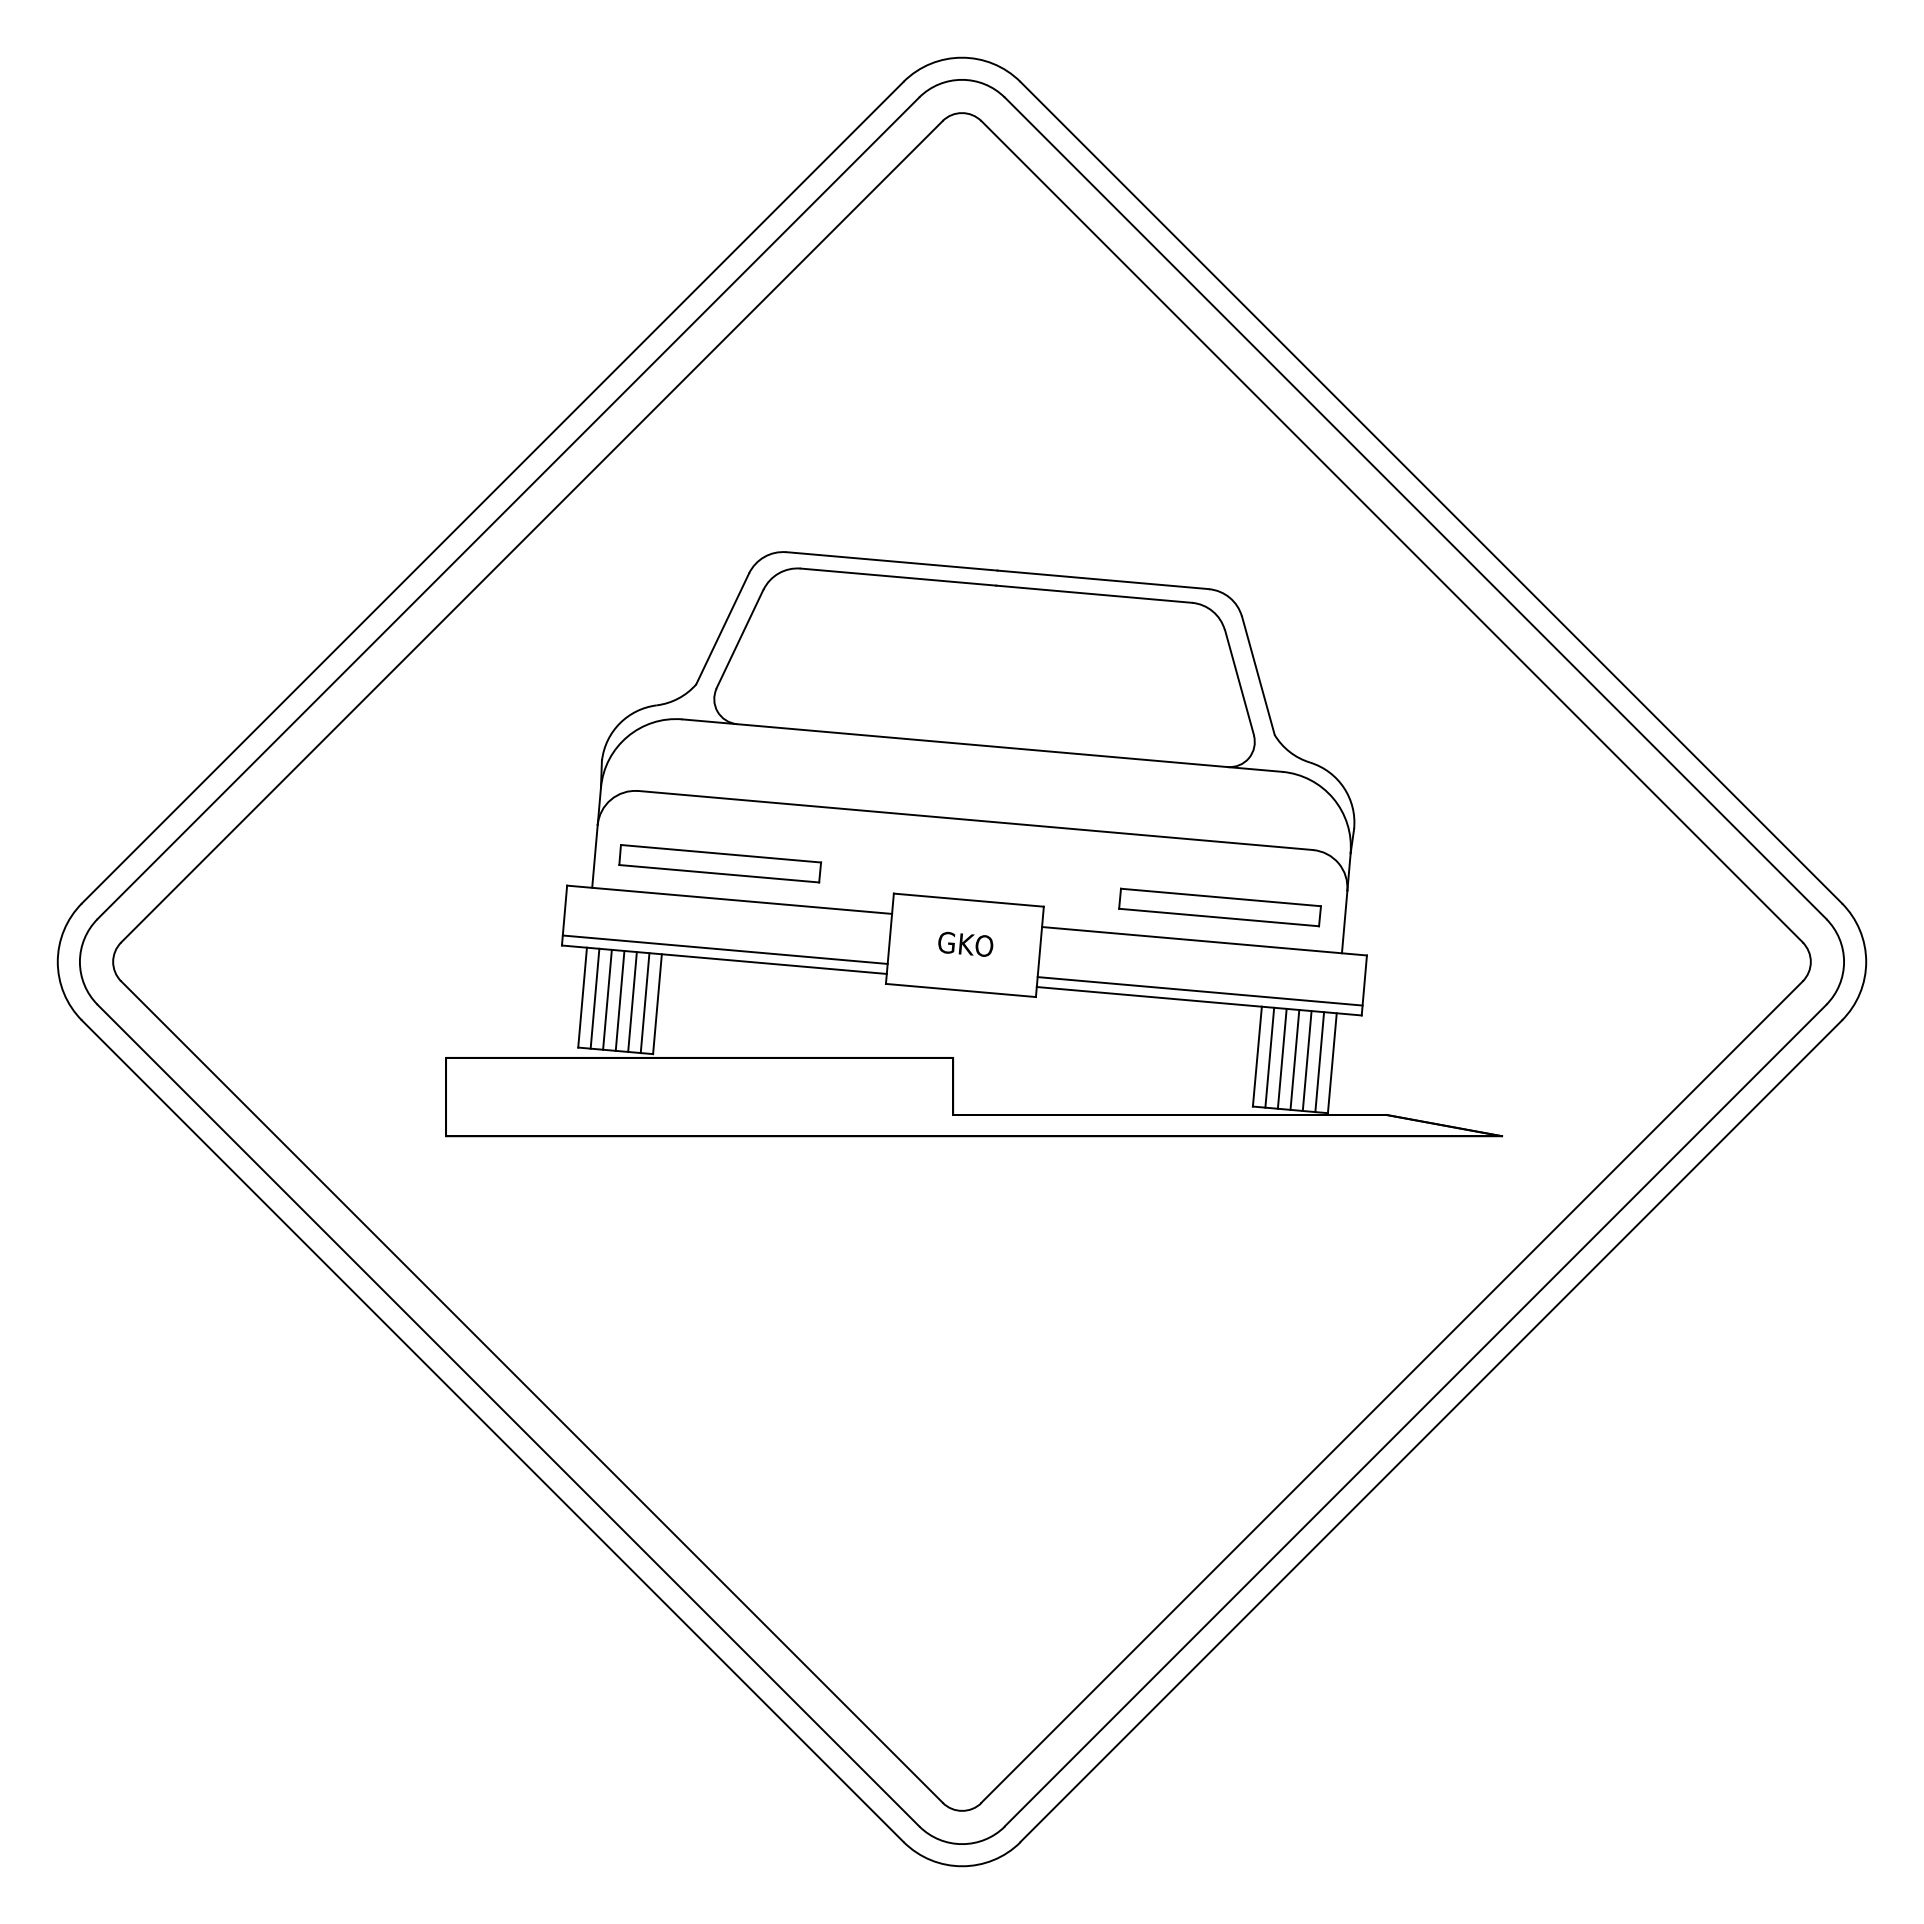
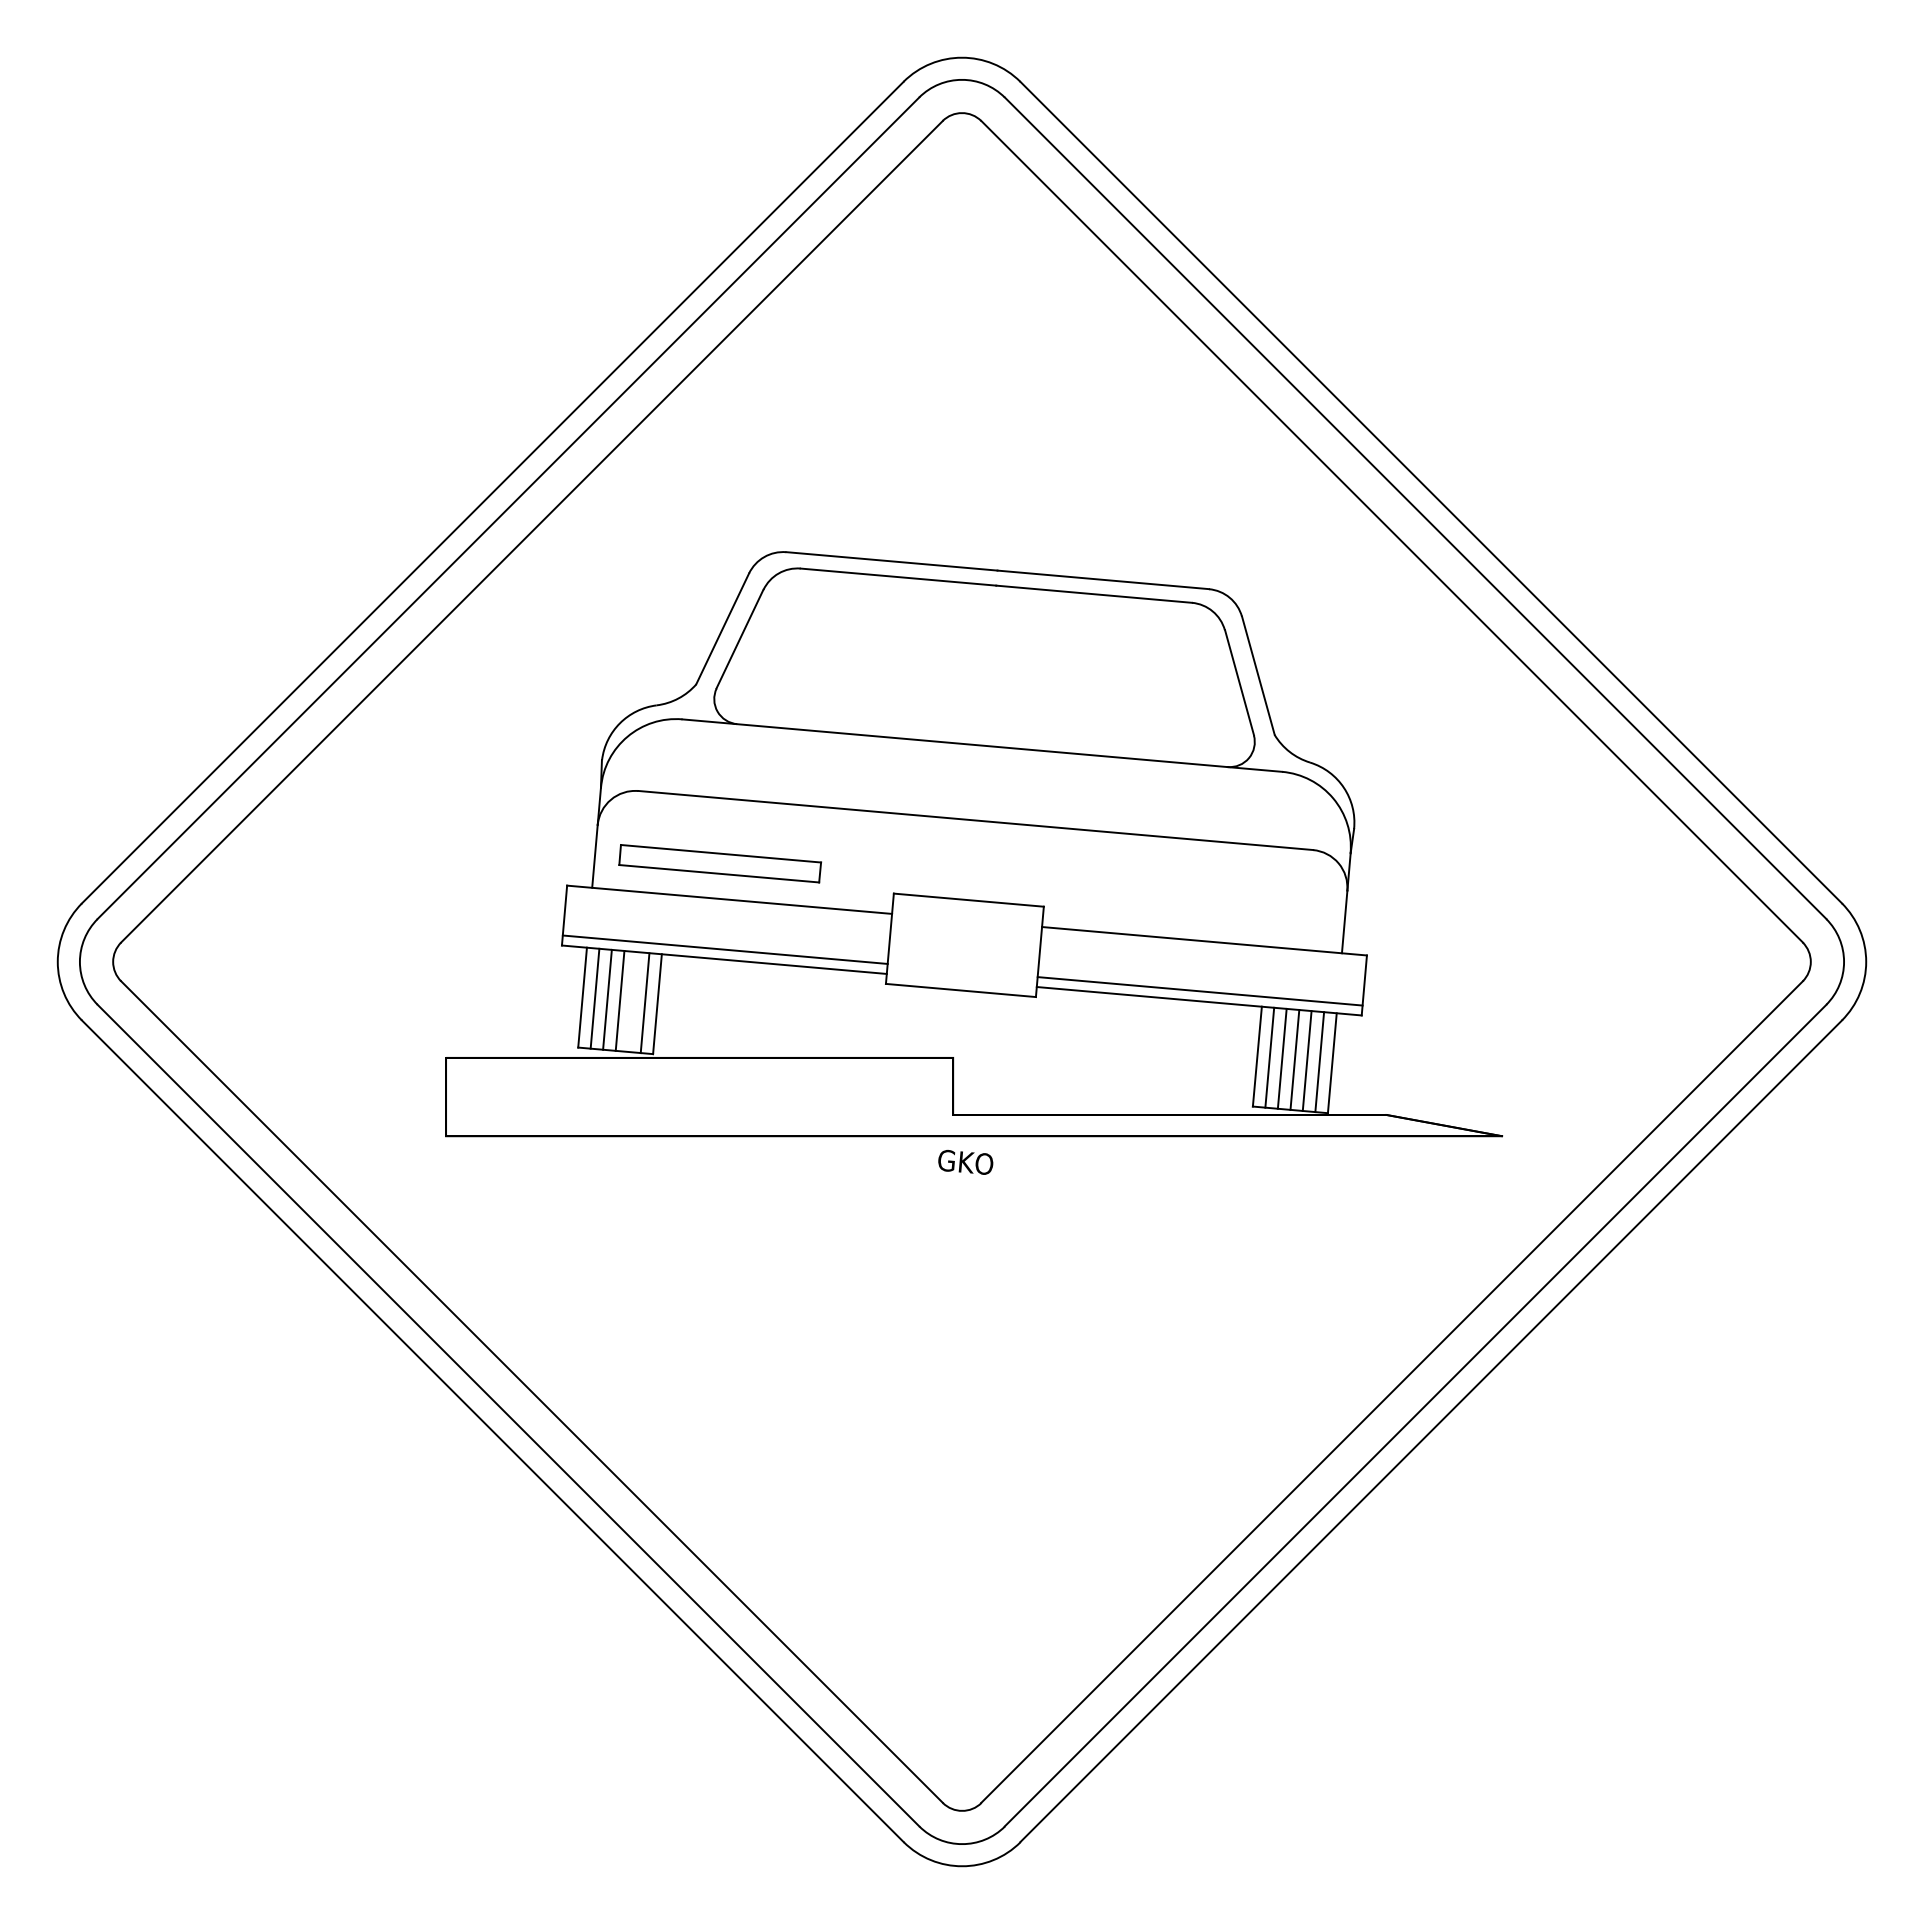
part at (1219, 907): present -> none
text at (965, 944) position: (965, 944) -> (965, 1162)
line at (632, 1001): present -> none
